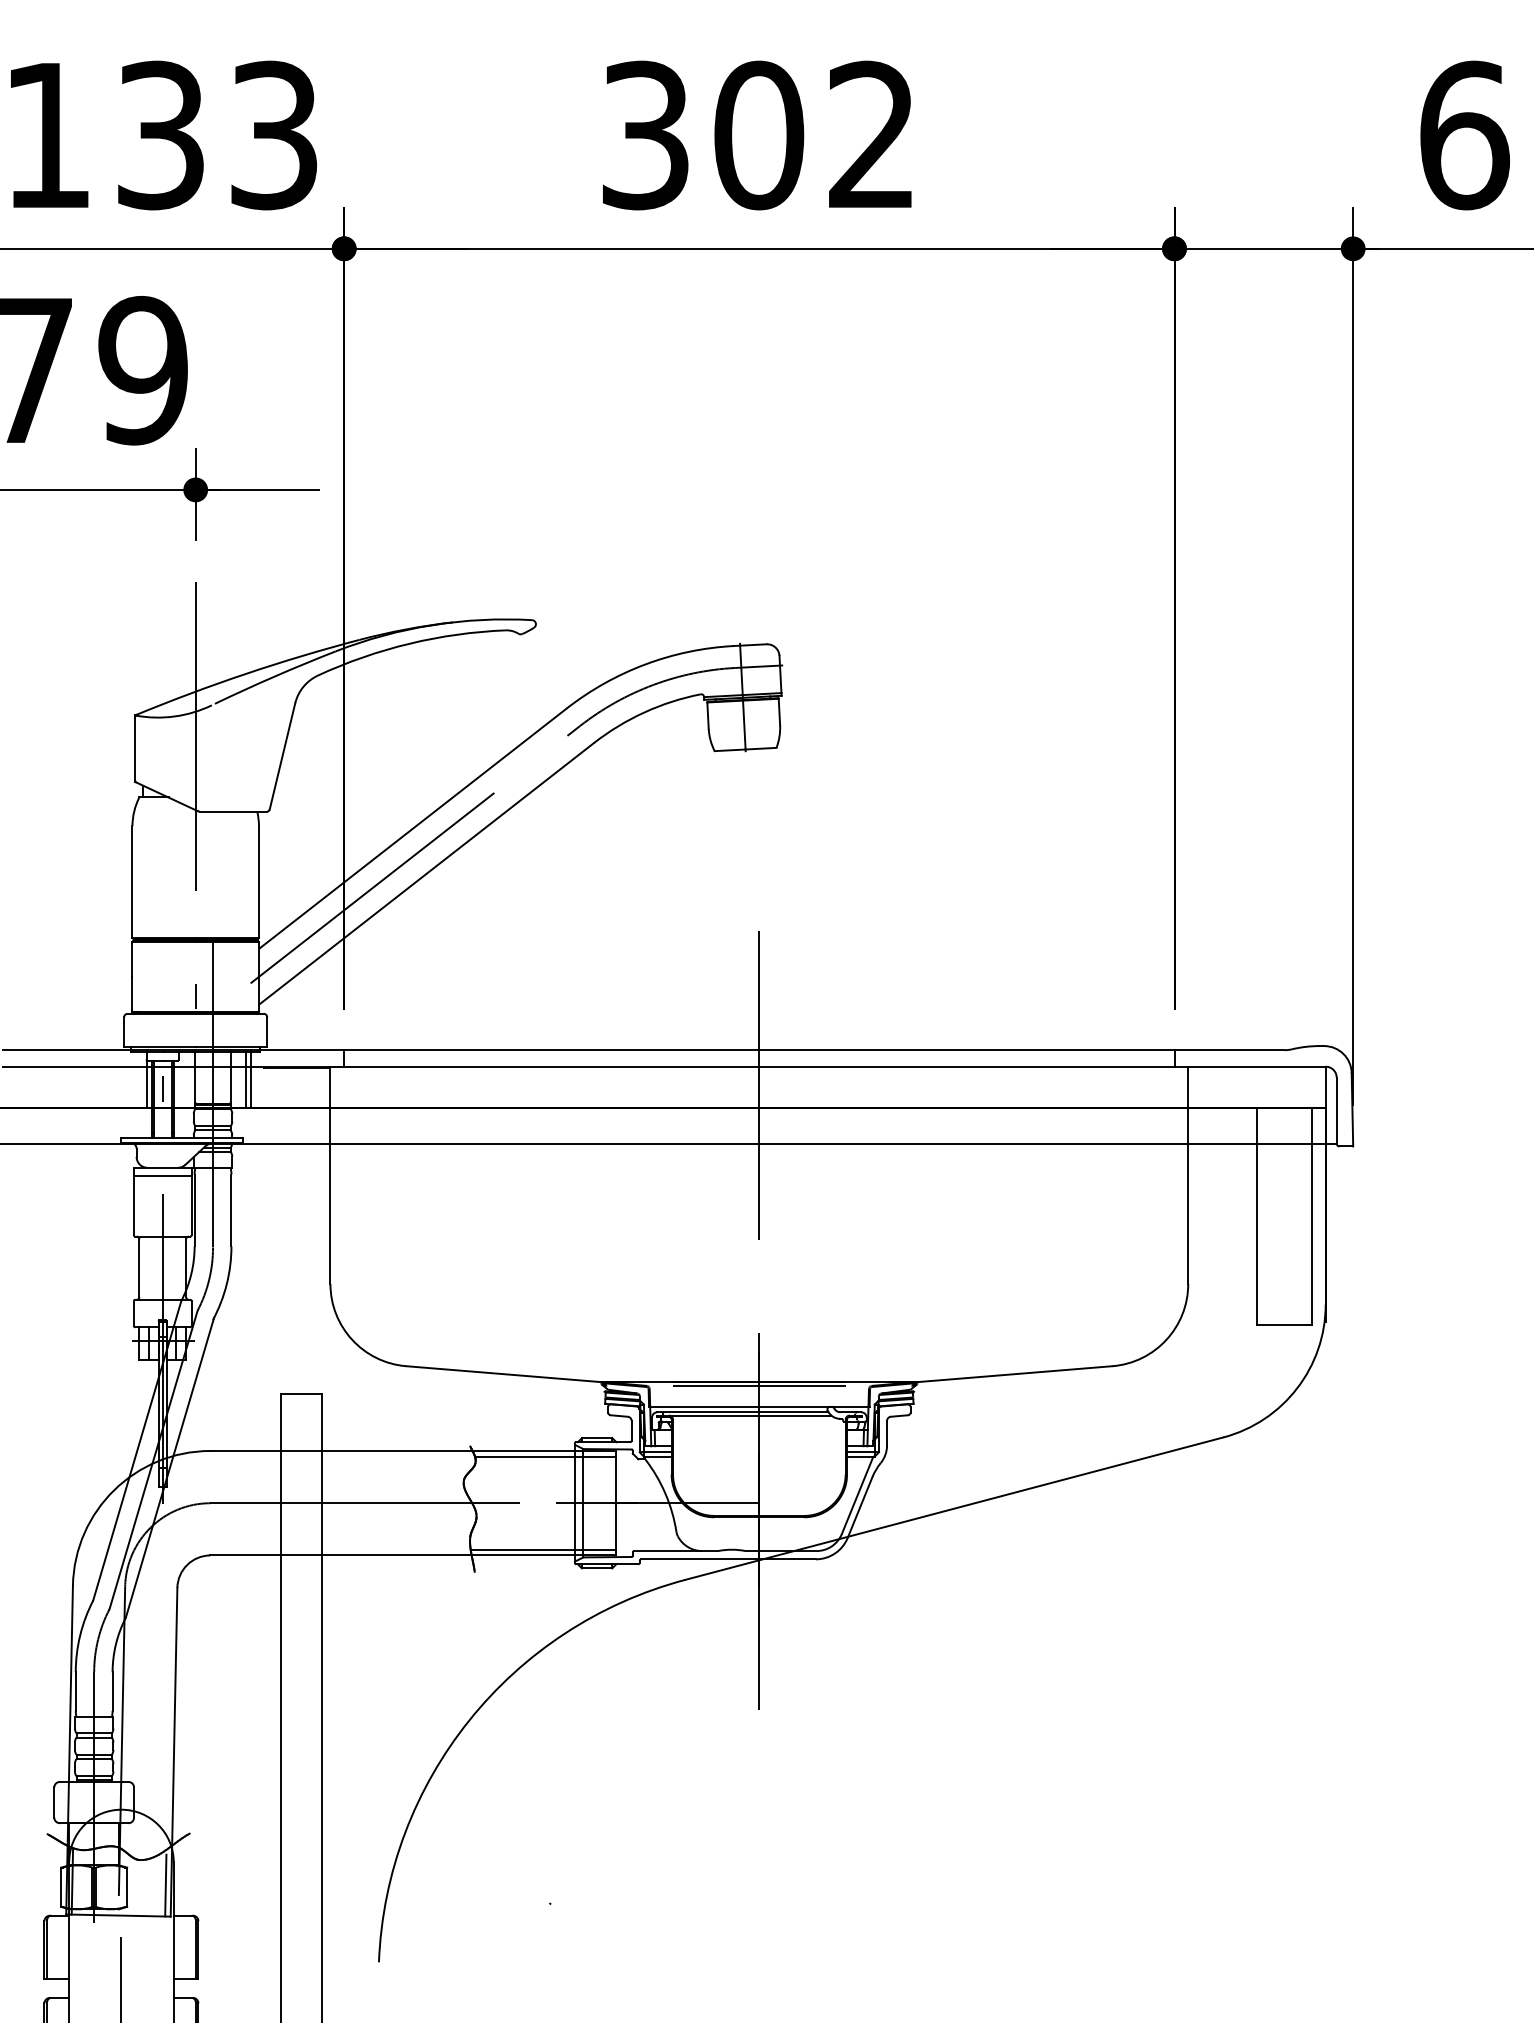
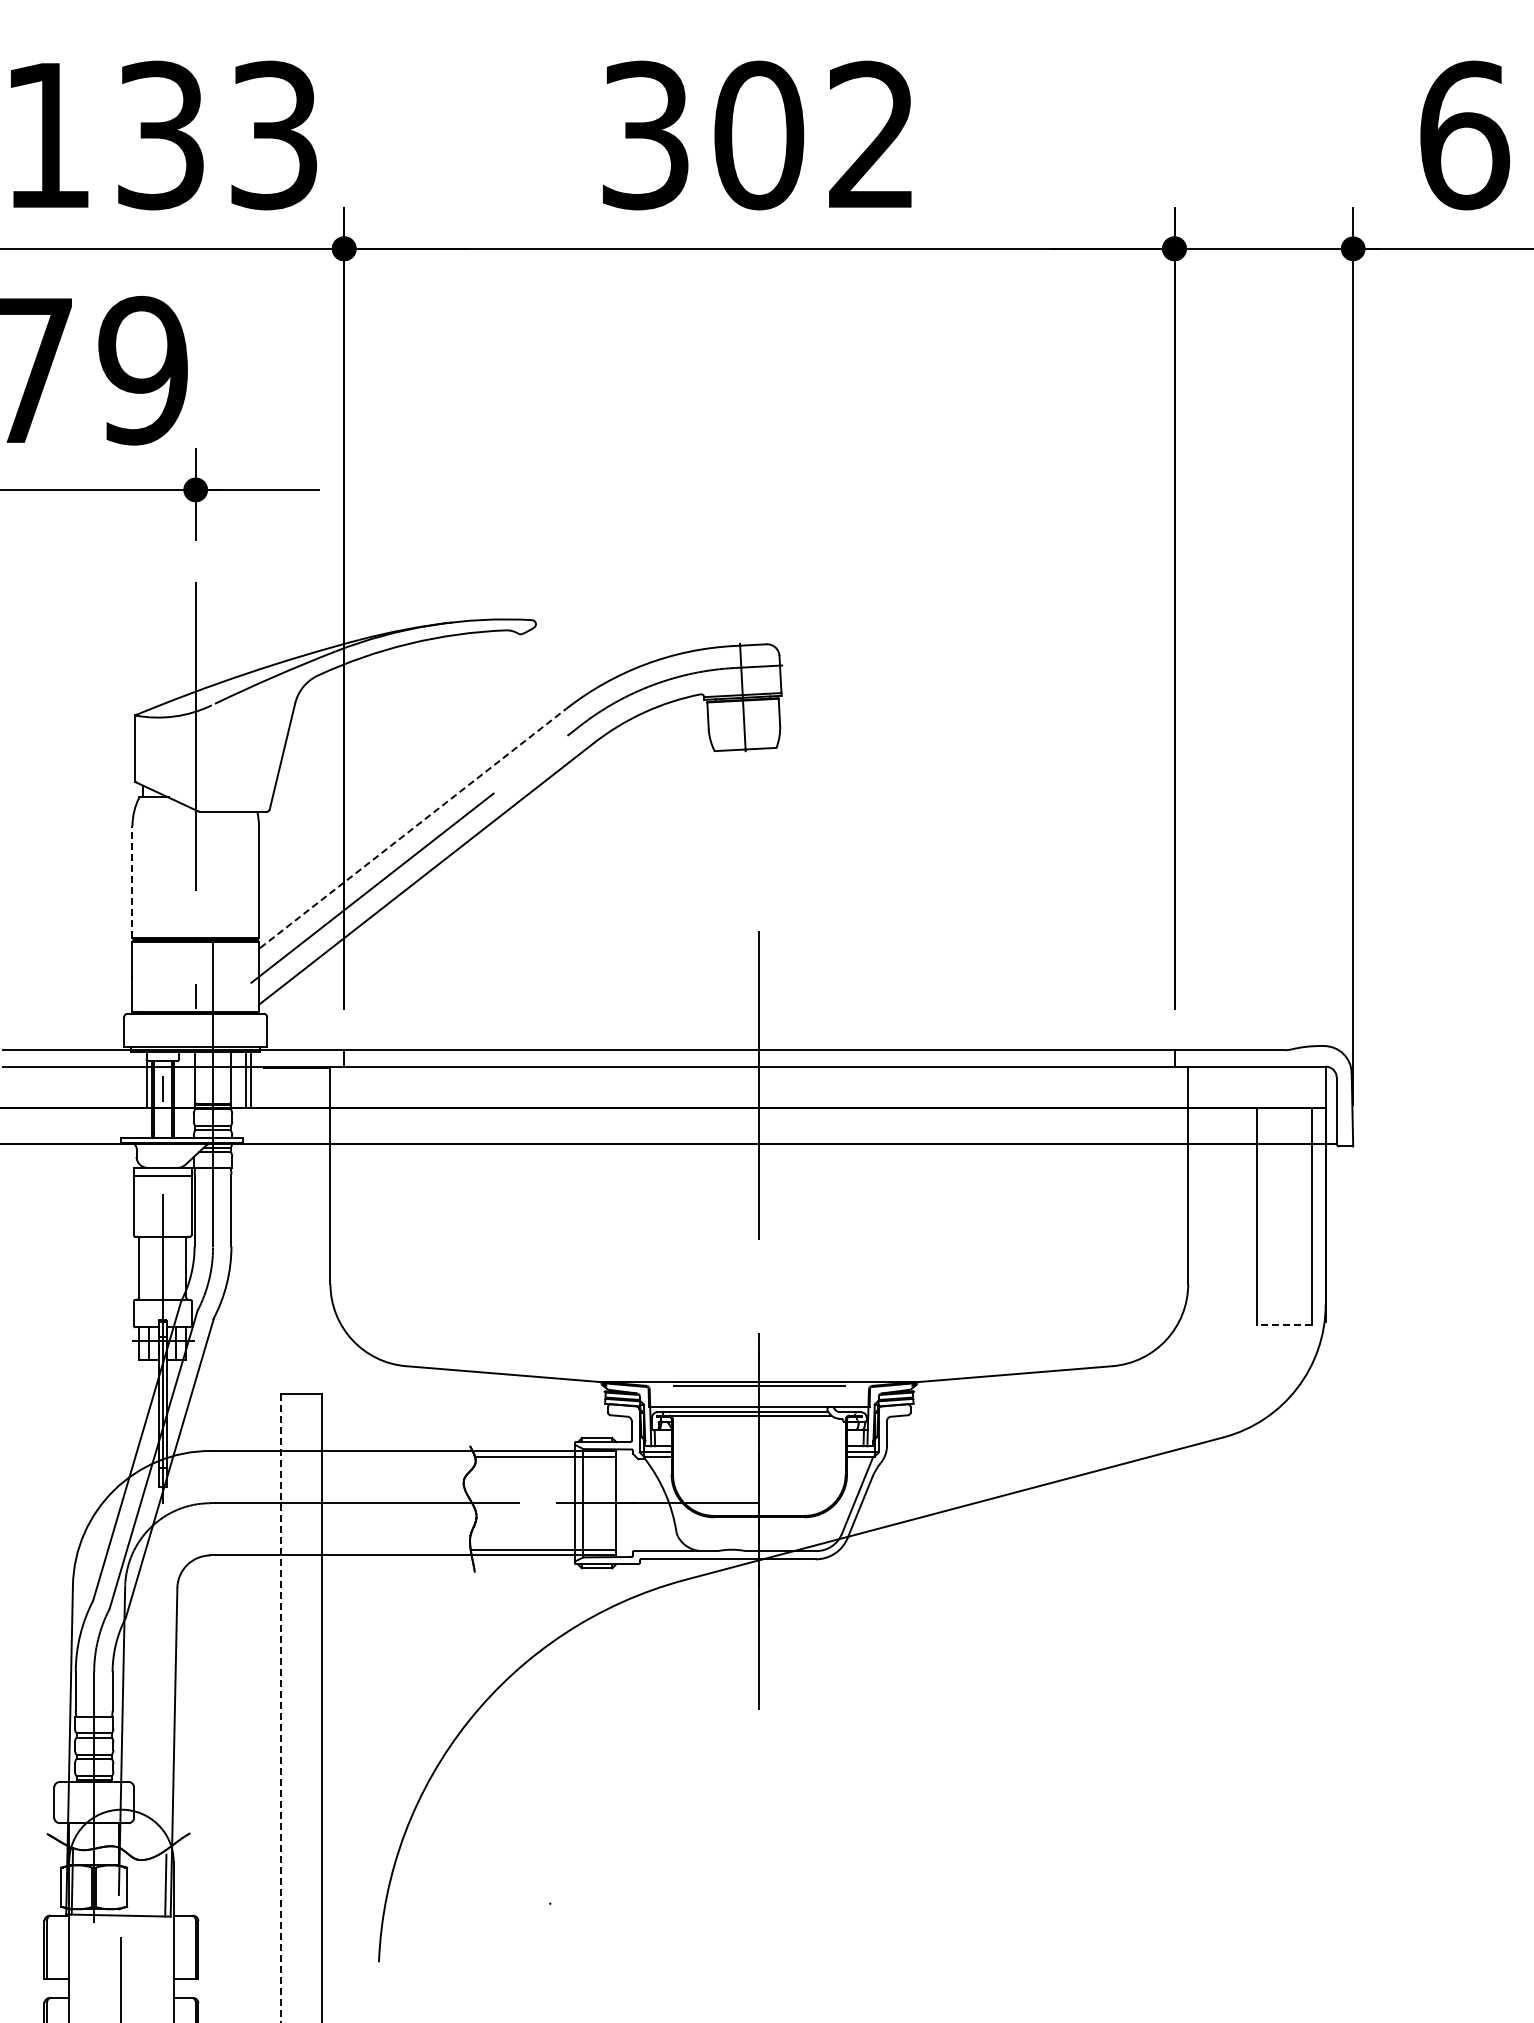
line at (413, 827): solid -> dashed
line at (132, 882): solid -> dashed
line at (1283, 1325): solid -> dashed
line at (280, 1708): solid -> dashed
